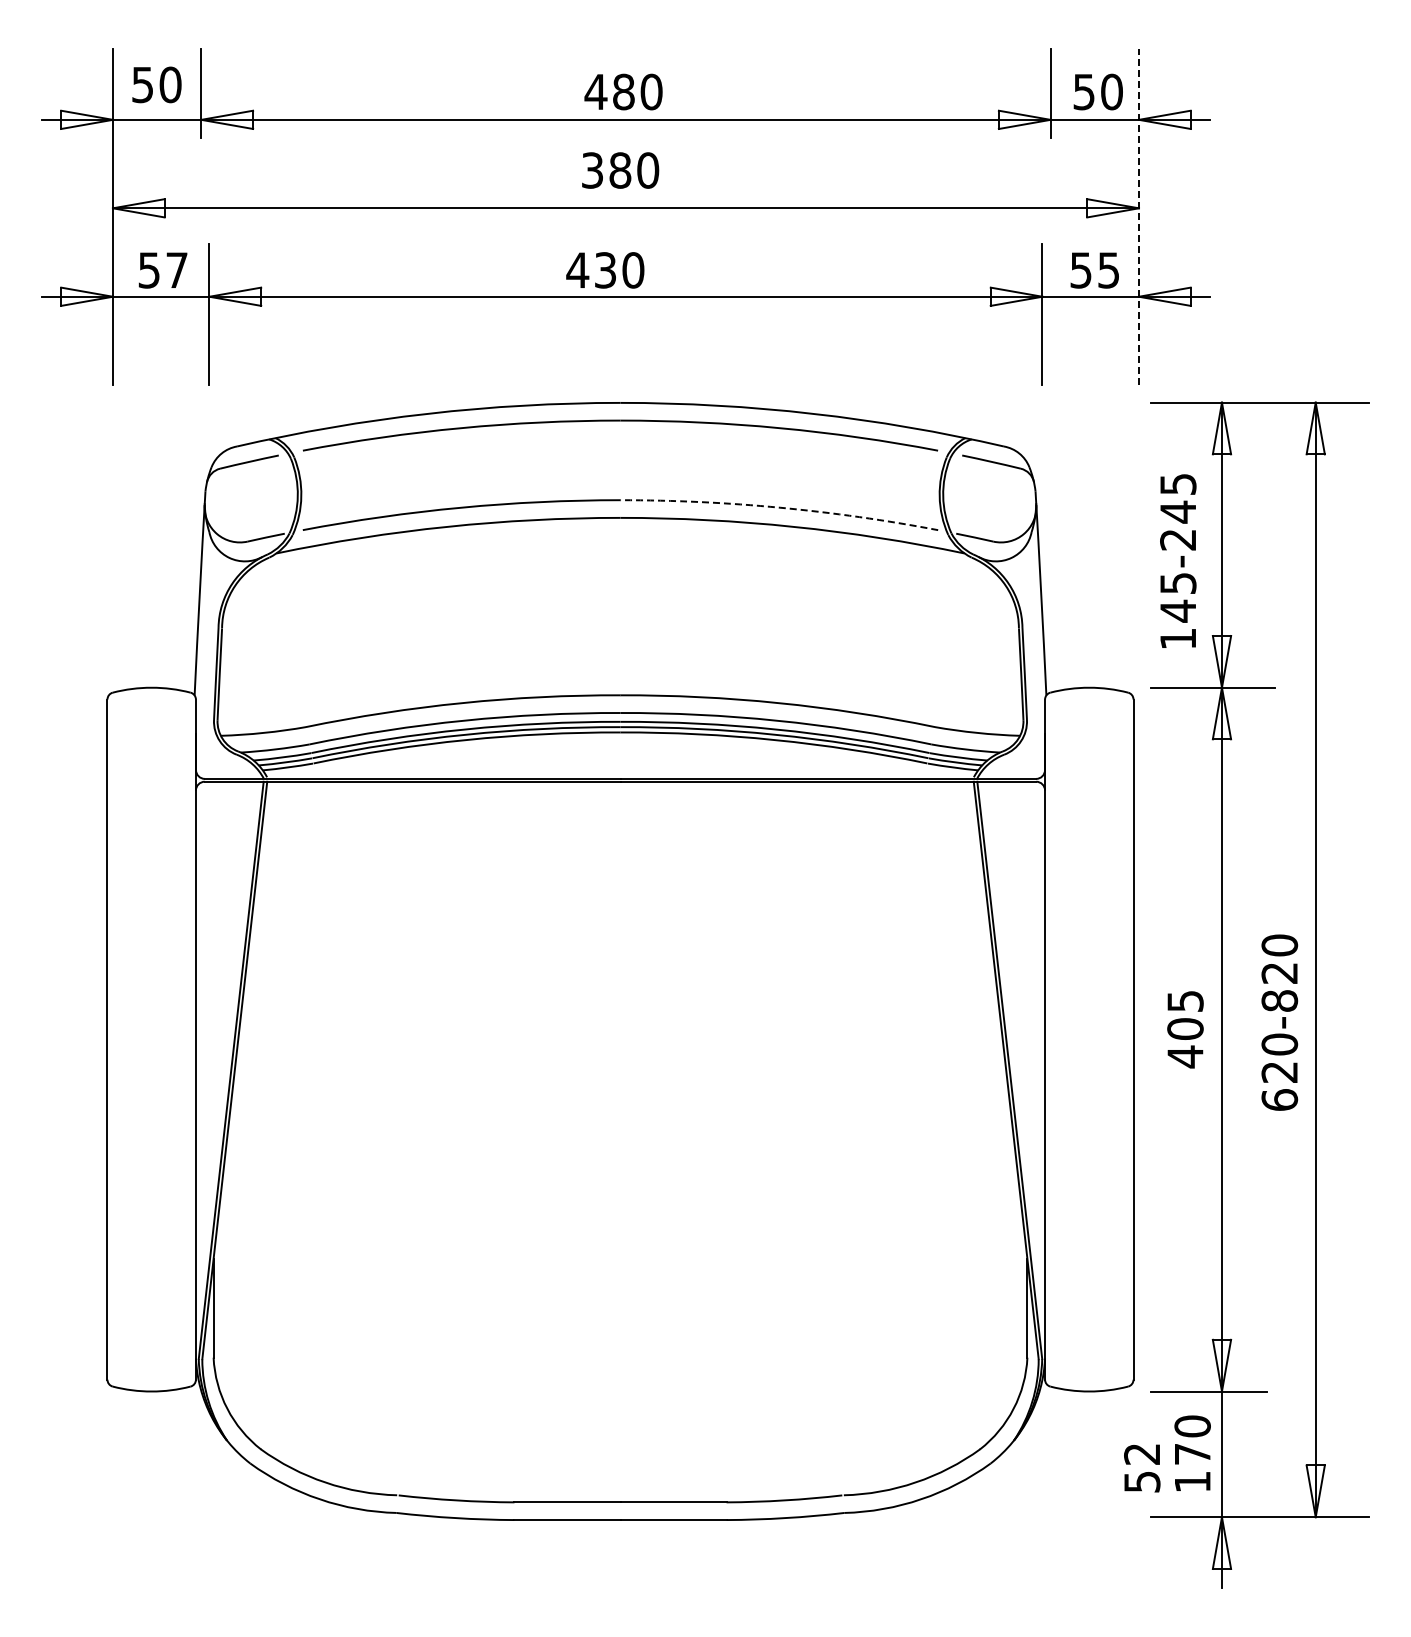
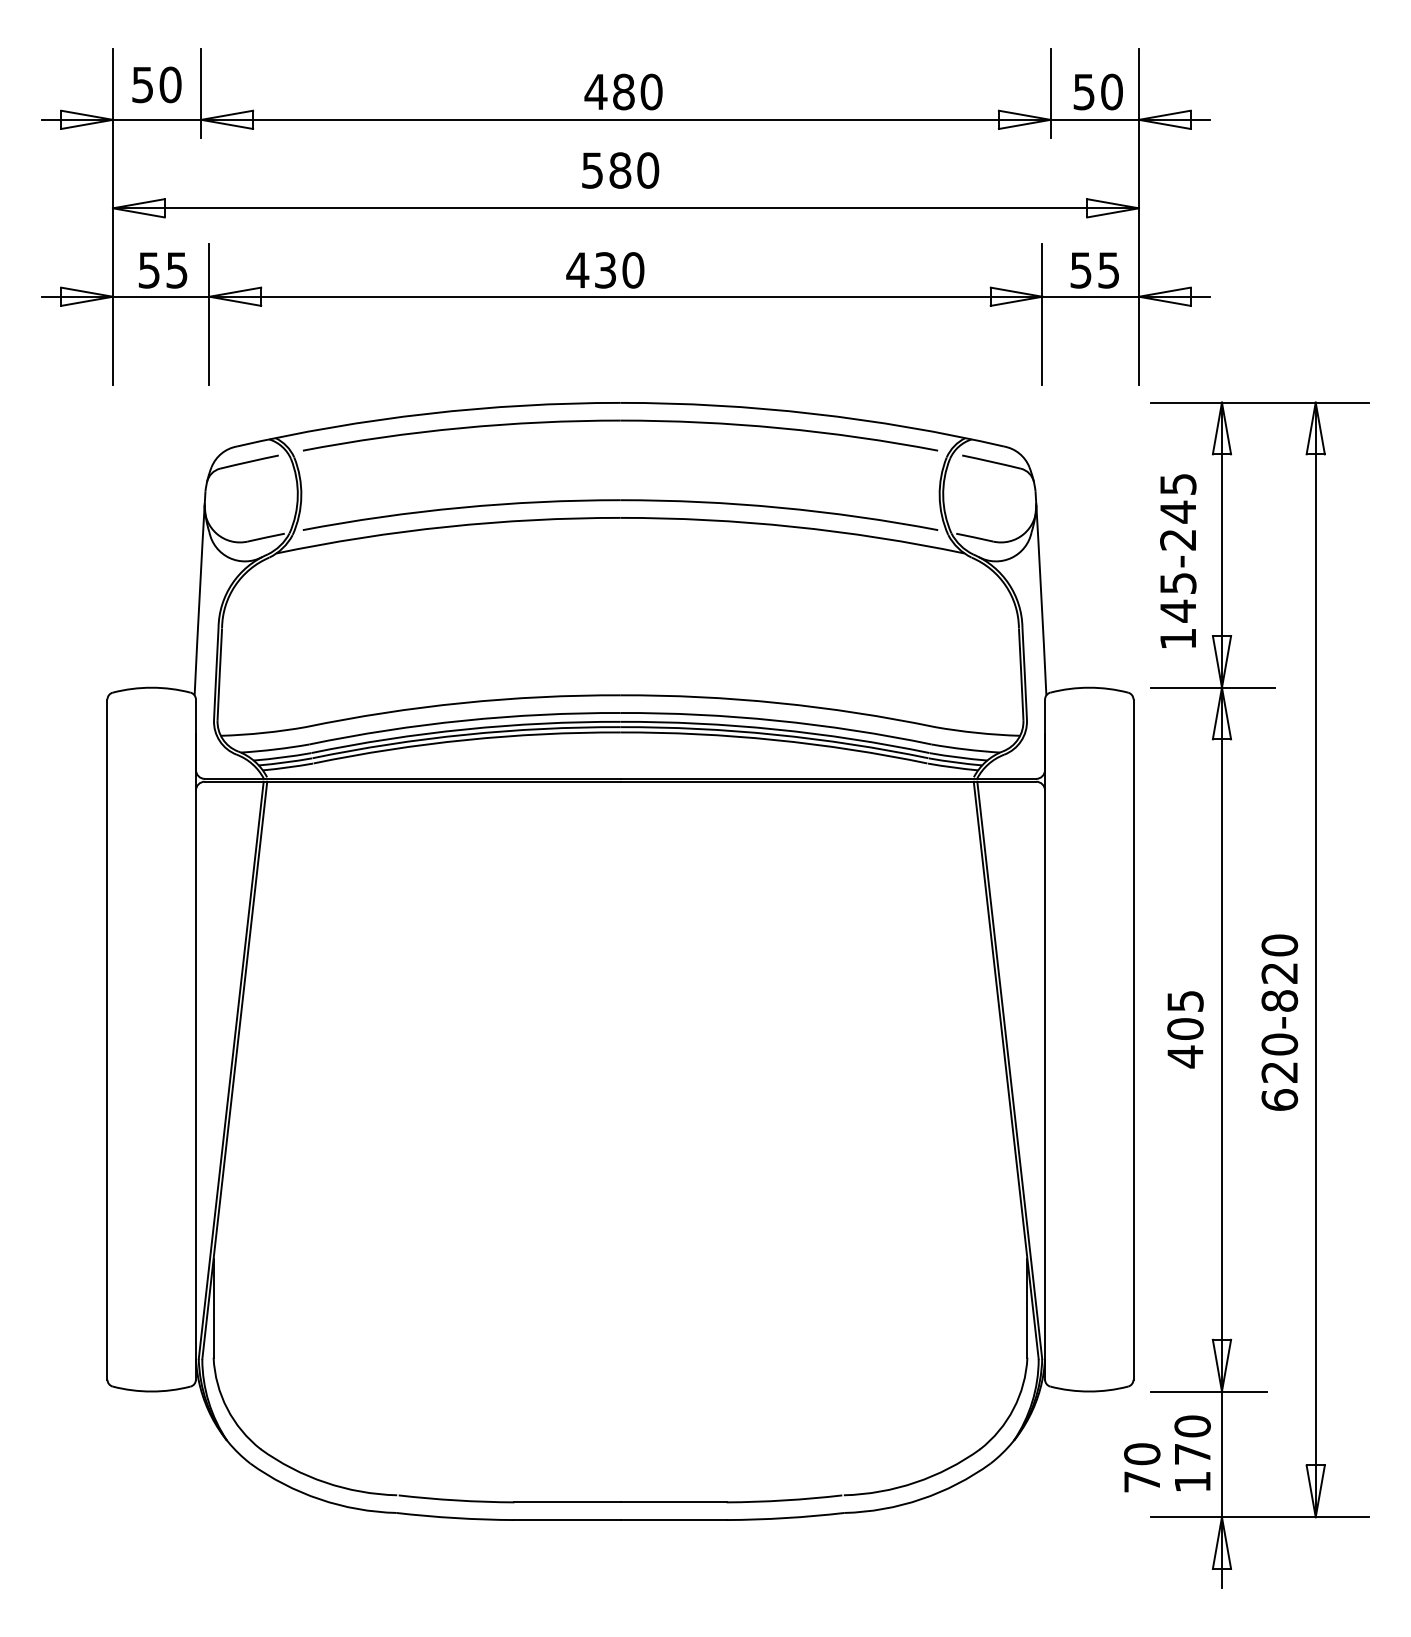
text at (592, 170): 380 -> 580
line at (1138, 216): dashed -> solid
text at (176, 270): 57 -> 55
arc at (780, 507): dashed -> solid
text at (1142, 1467): 52 -> 70
